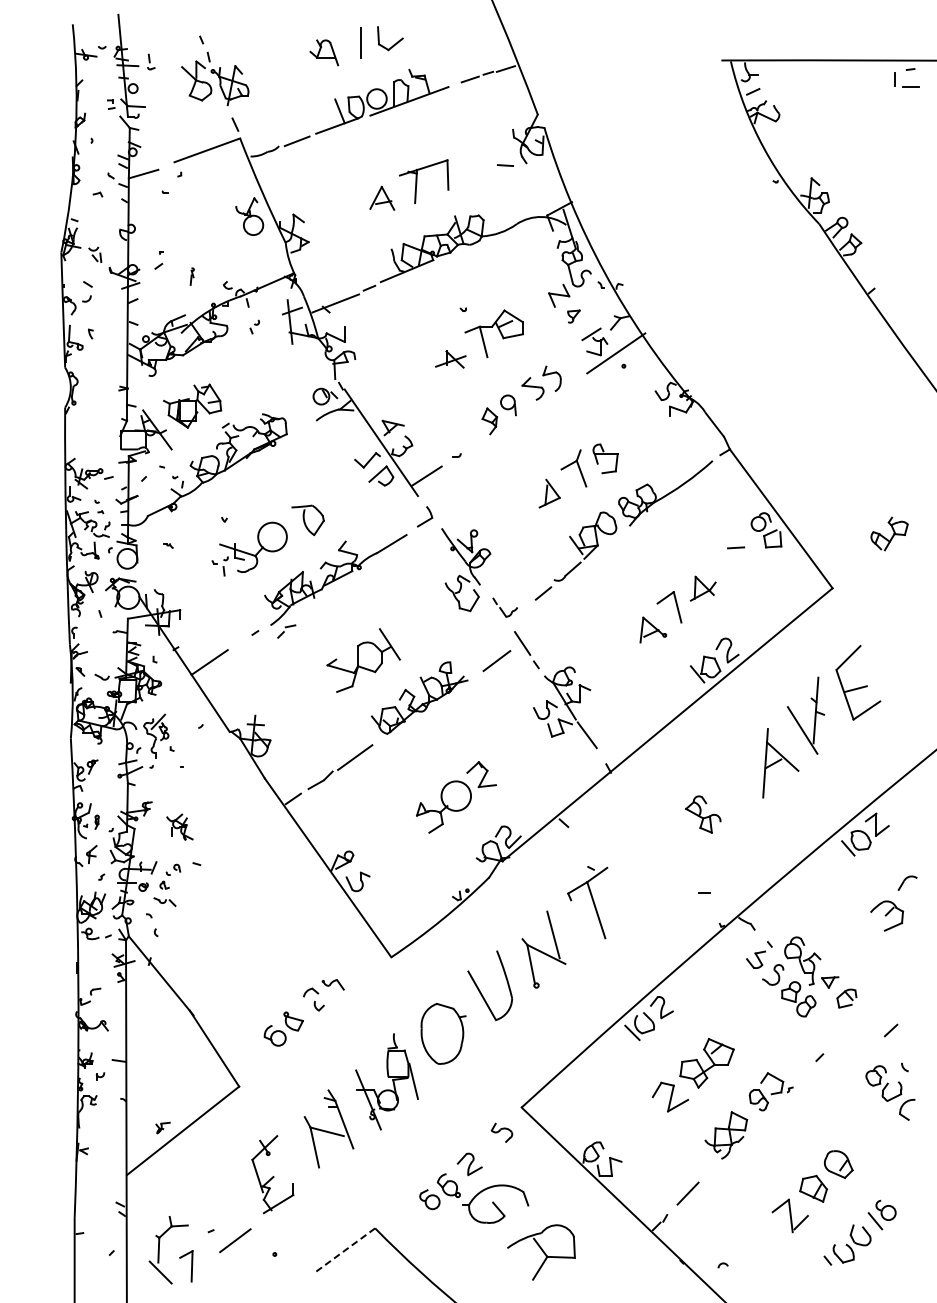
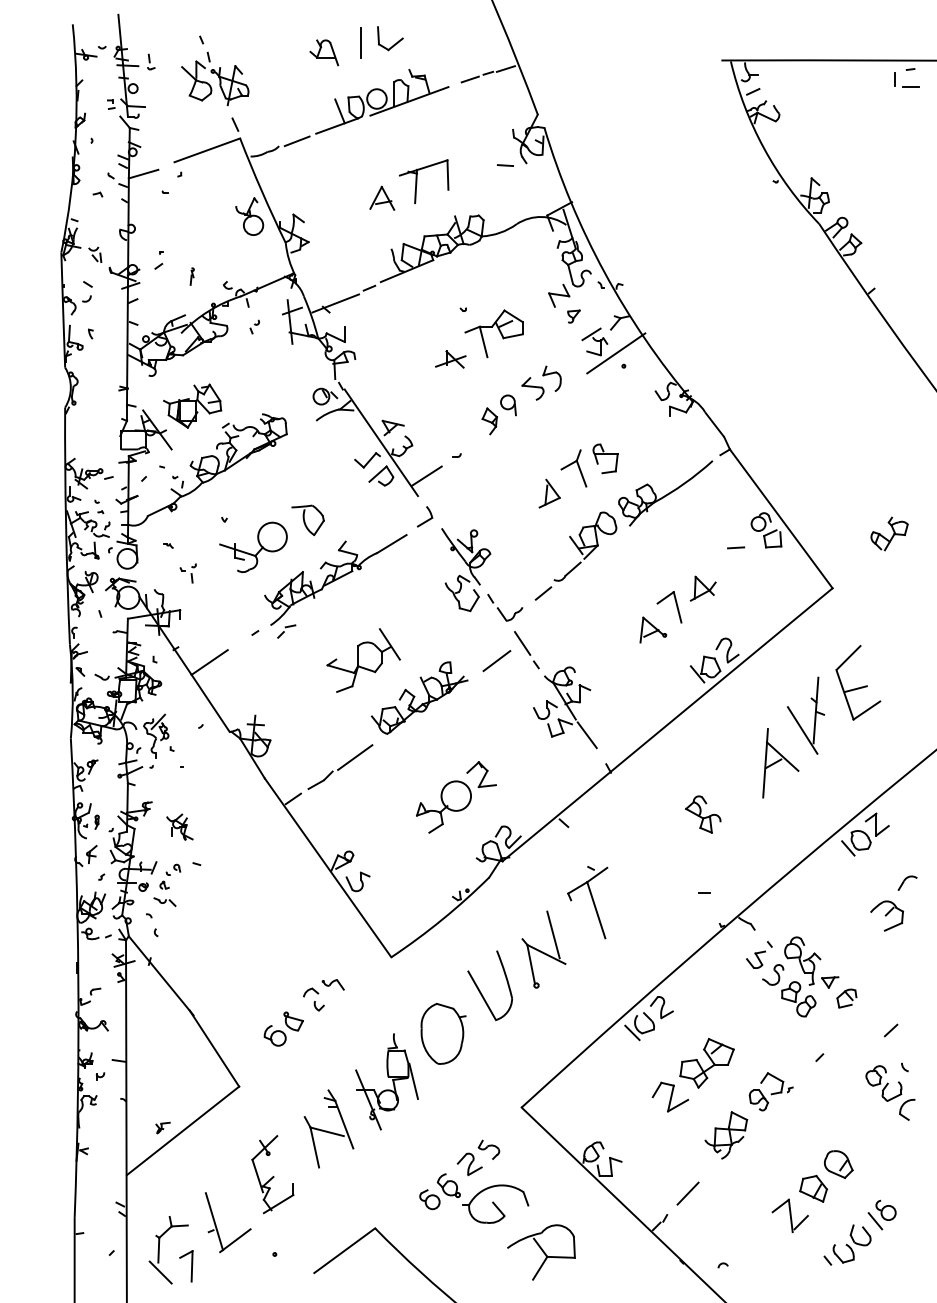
part at (219, 566) position: (219, 566) -> (187, 573)
part at (504, 607) size: 26x21 px -> 37x29 px
part at (501, 1132) position: (501, 1132) -> (488, 1149)
line at (214, 1221): none -> present
line at (344, 1250): dashed -> solid
